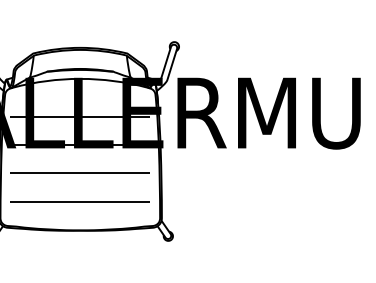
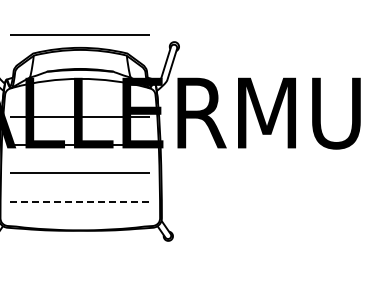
line at (79, 34): none -> present
line at (80, 202): solid -> dashed
